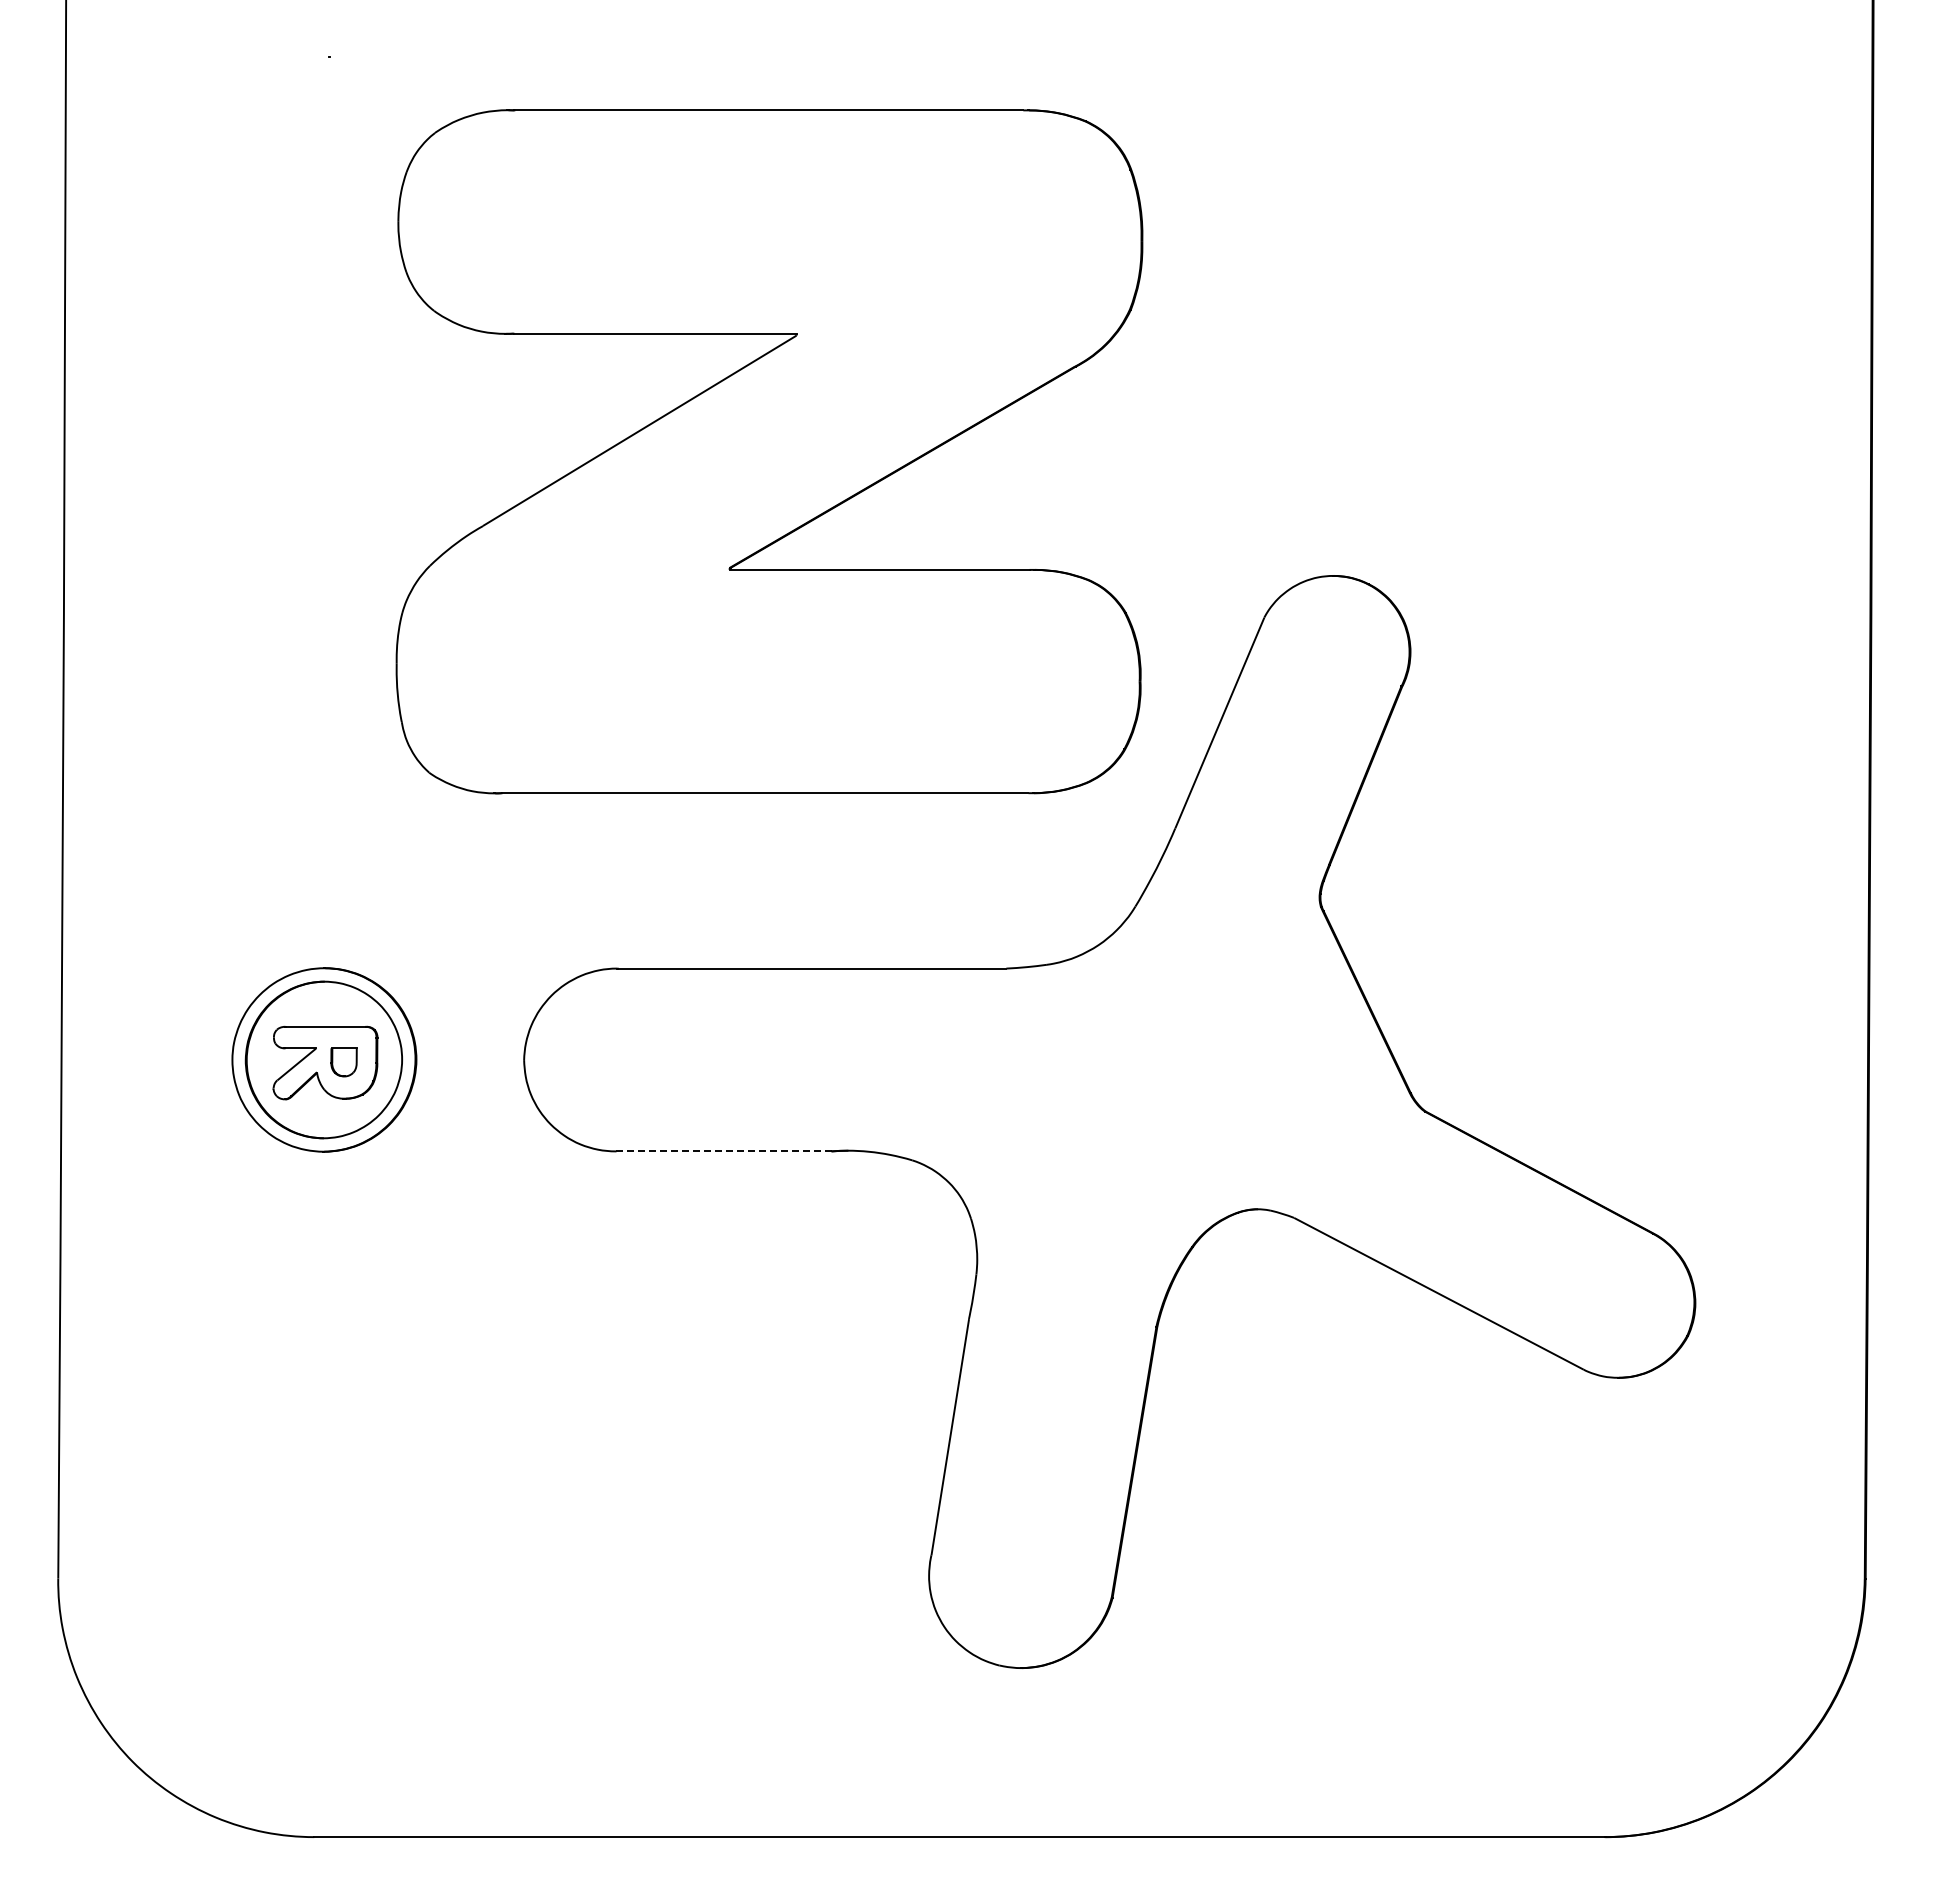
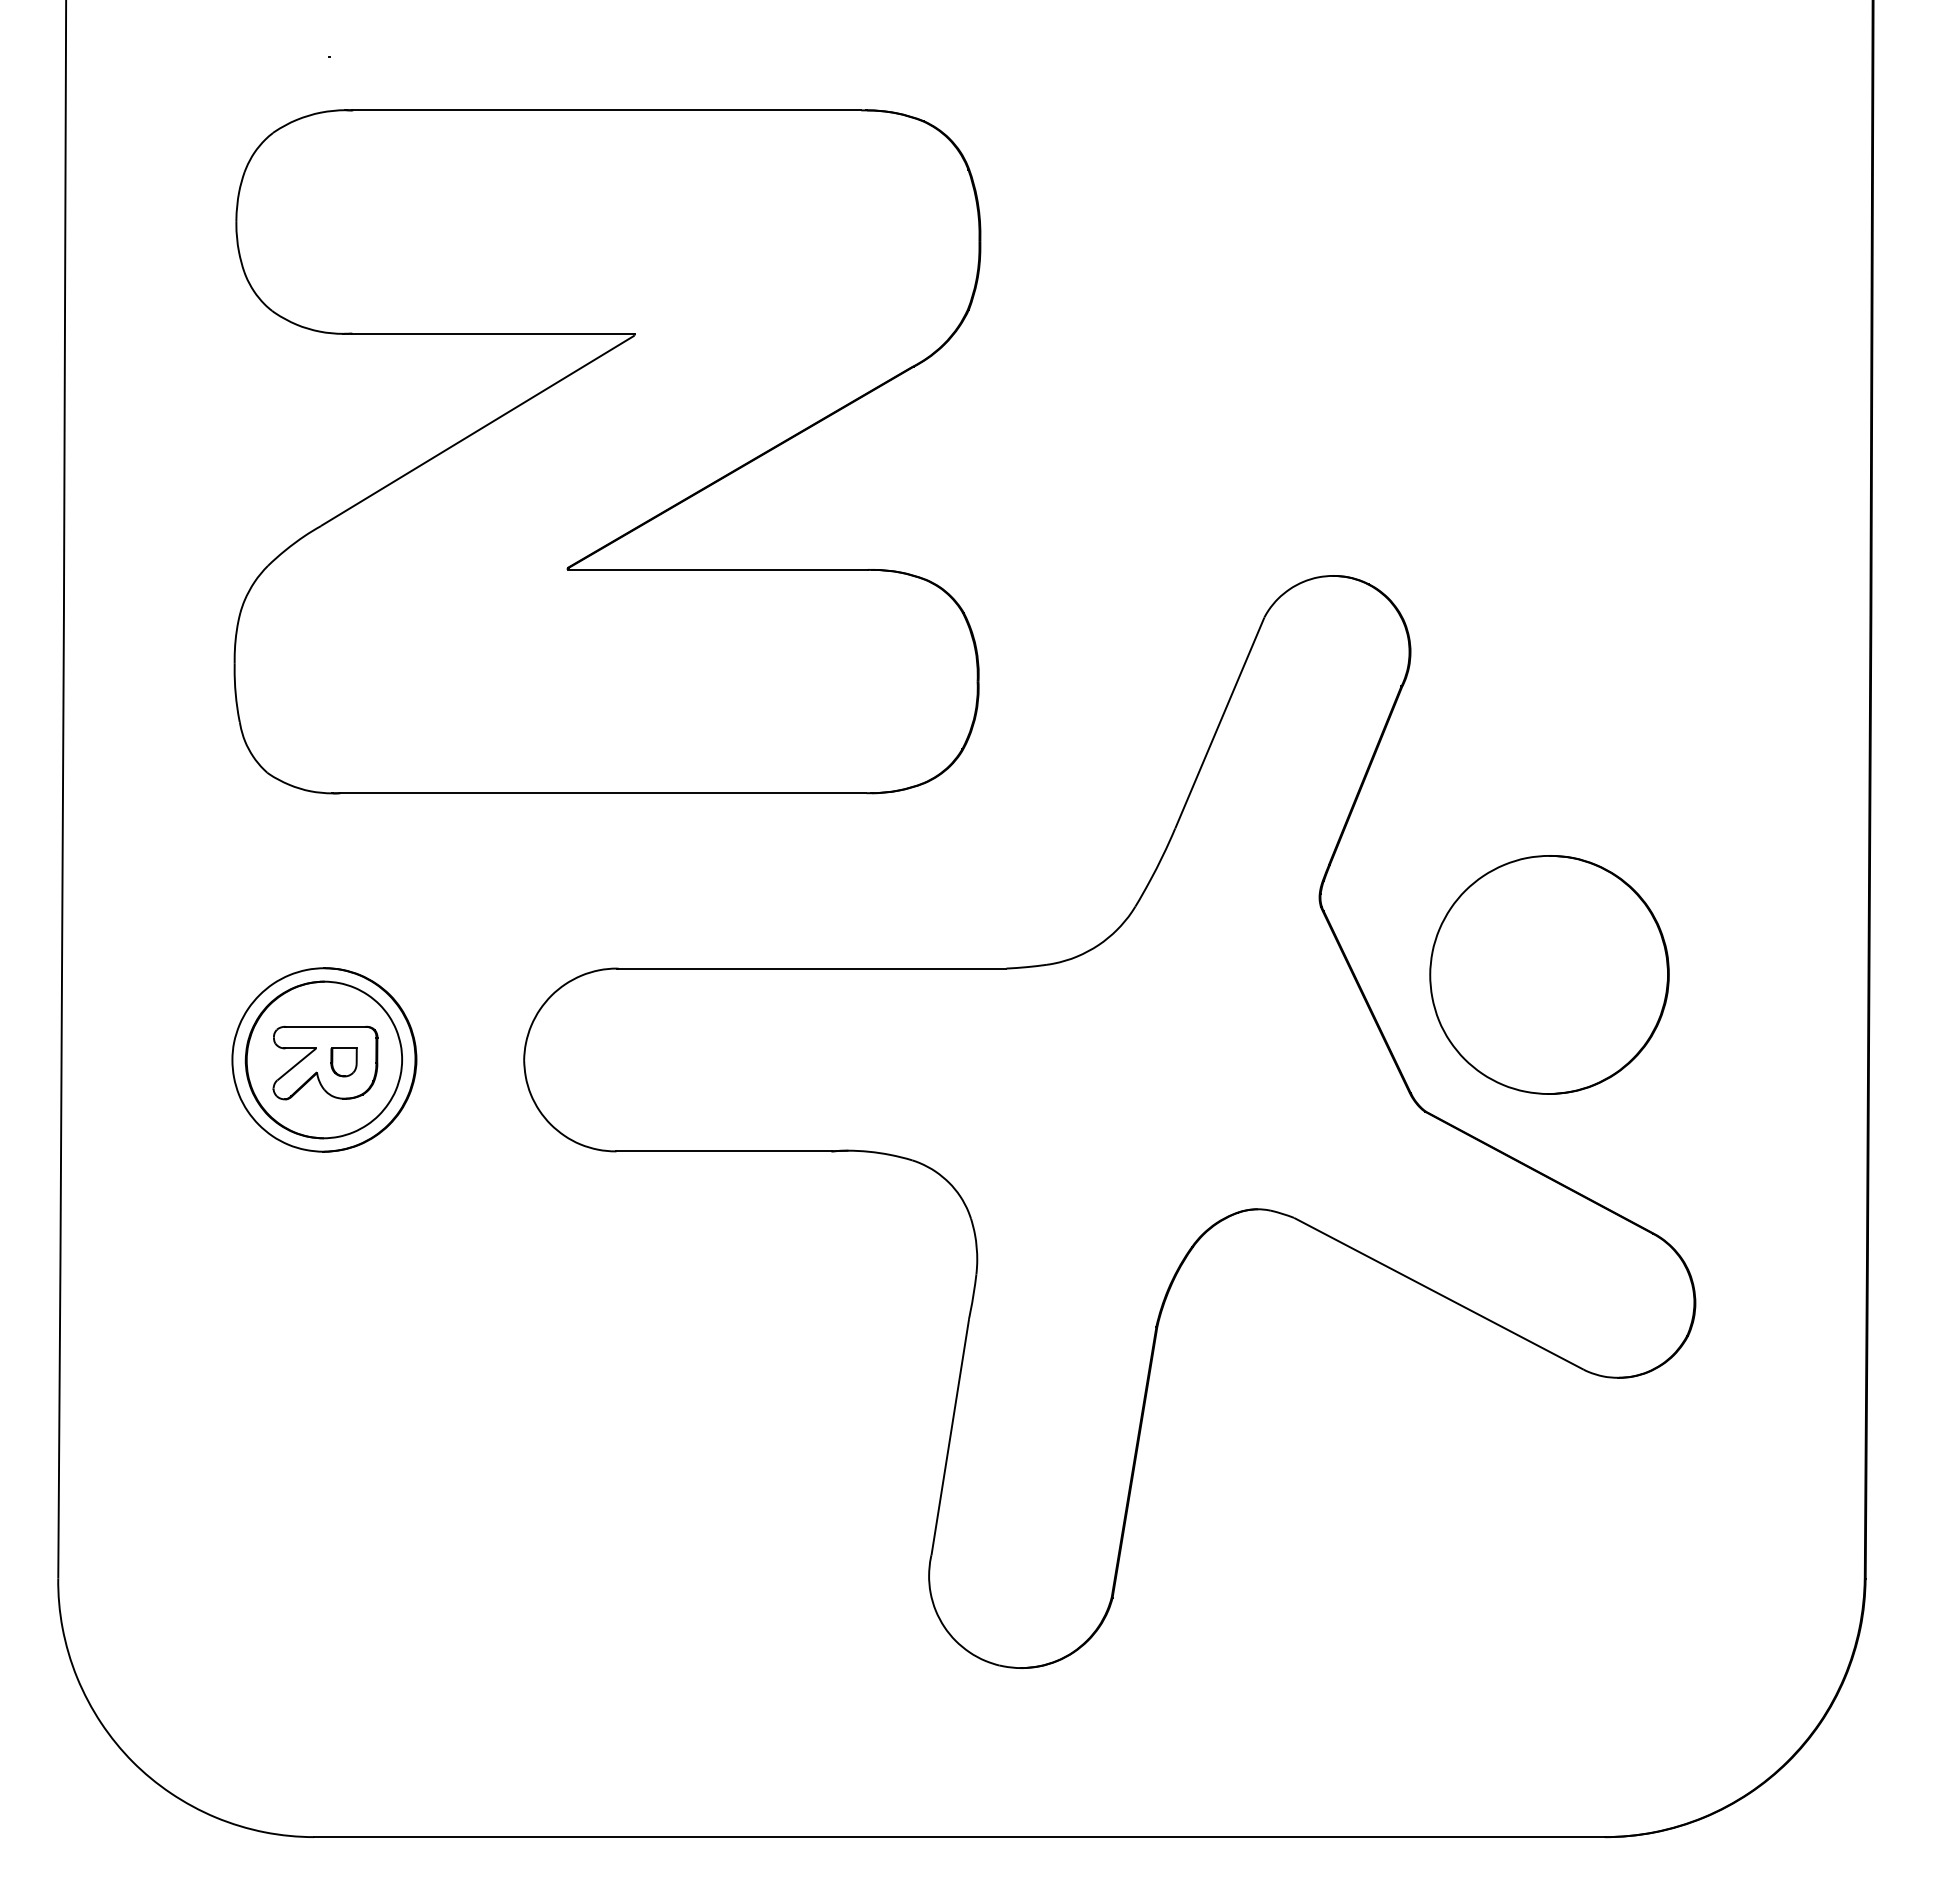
part at (769, 451) position: (769, 451) -> (607, 451)
part at (1549, 974): none -> present
line at (724, 1151): dashed -> solid
